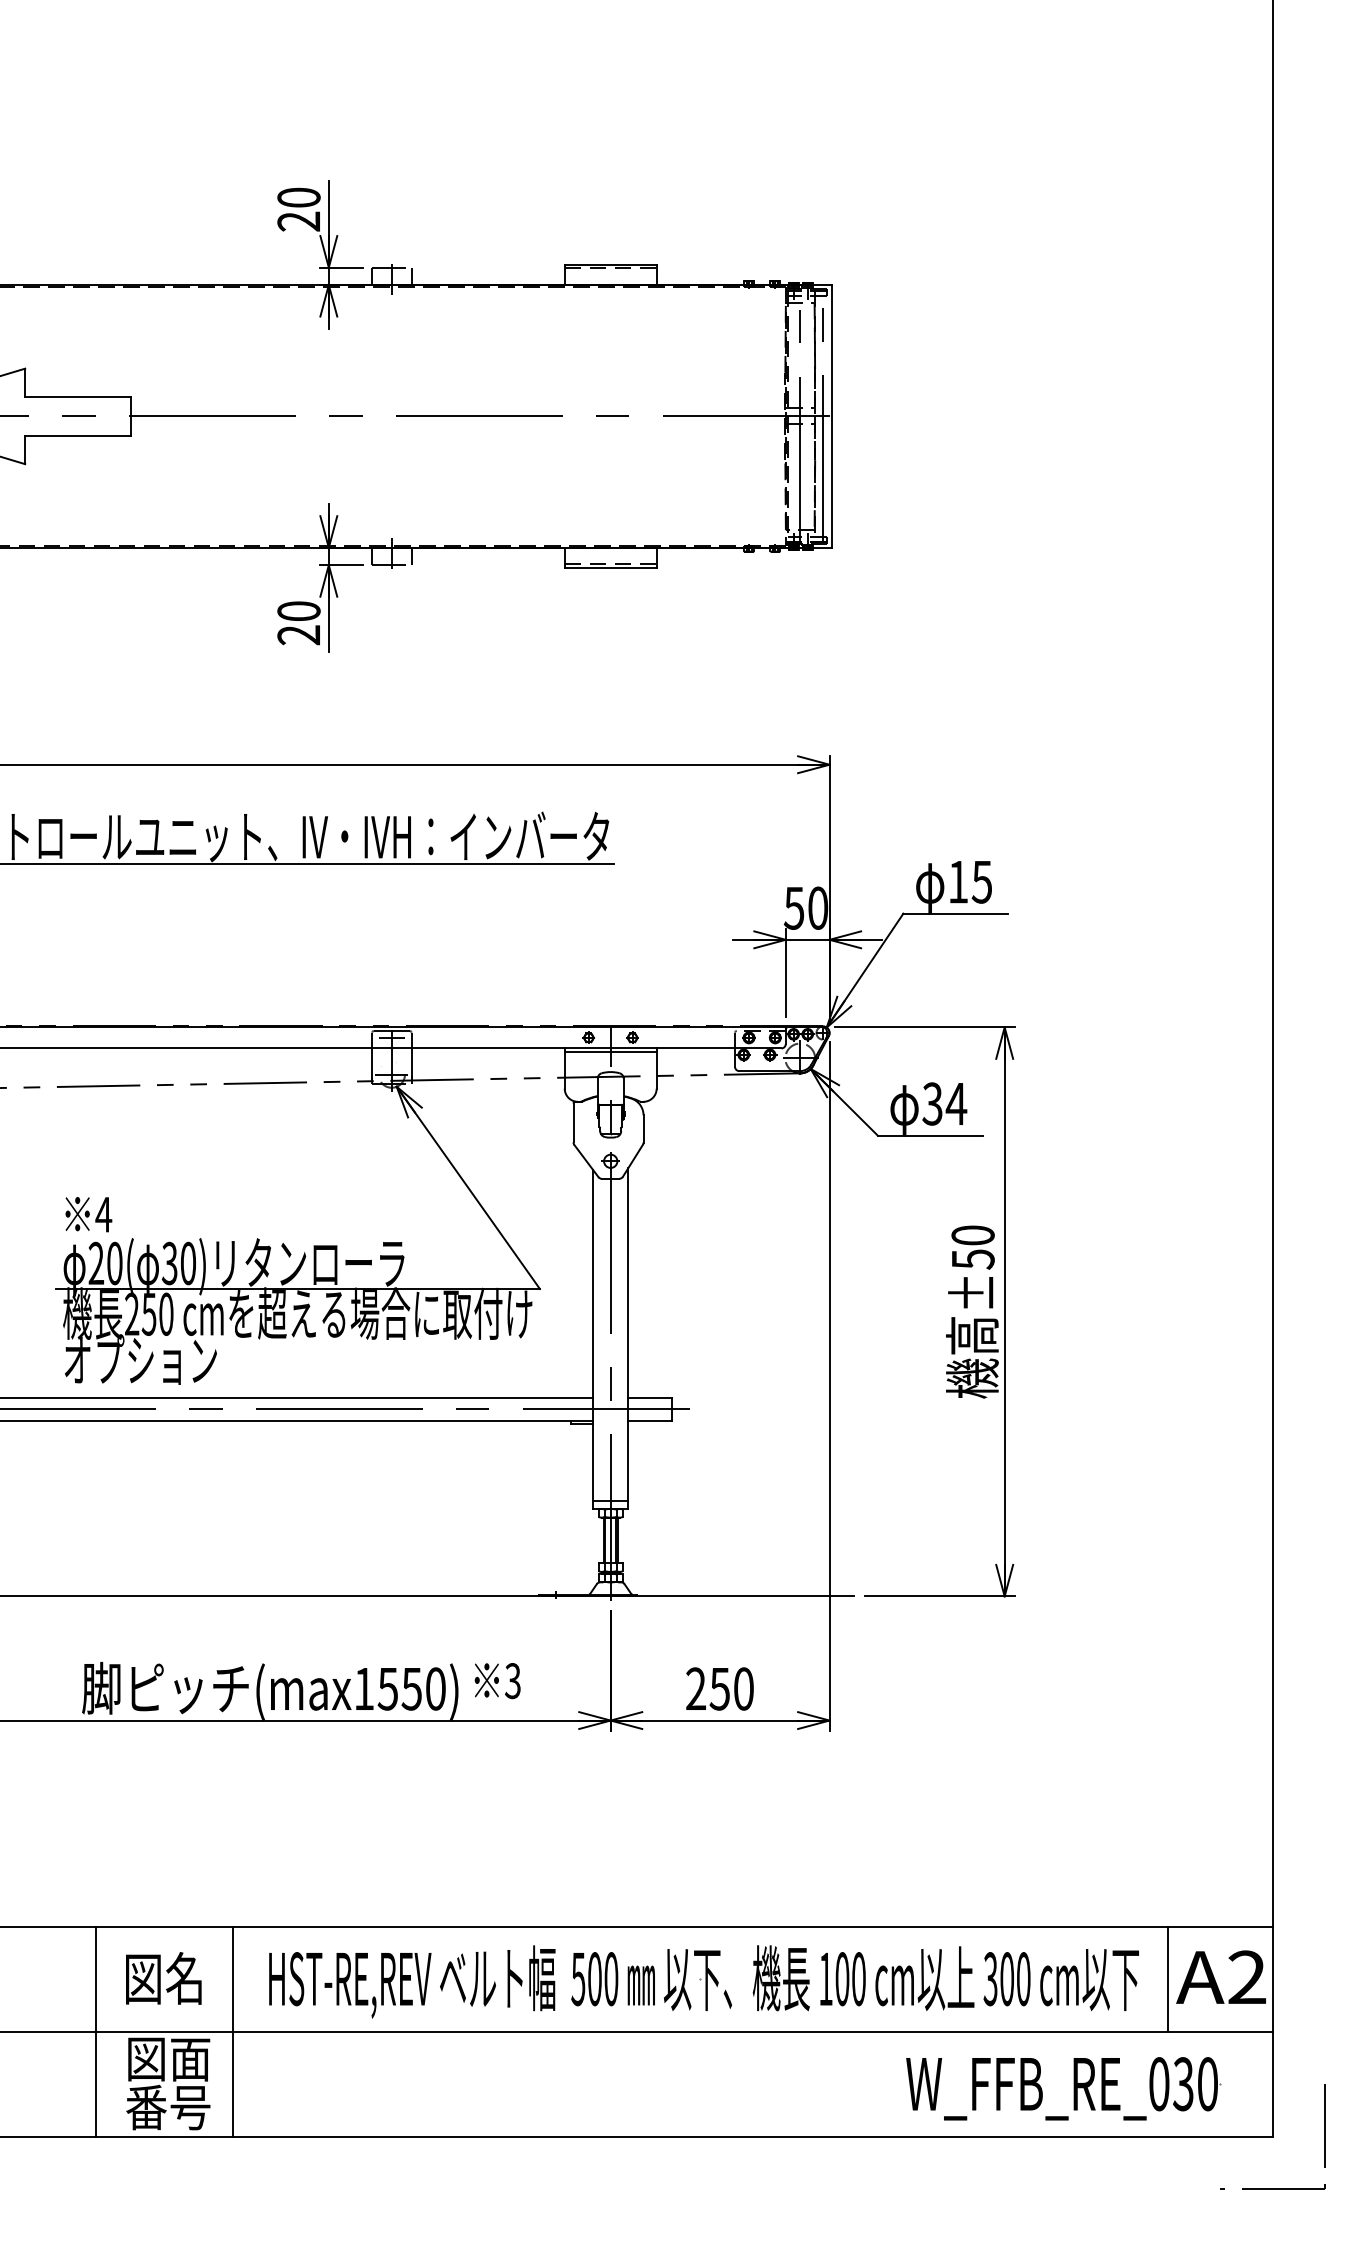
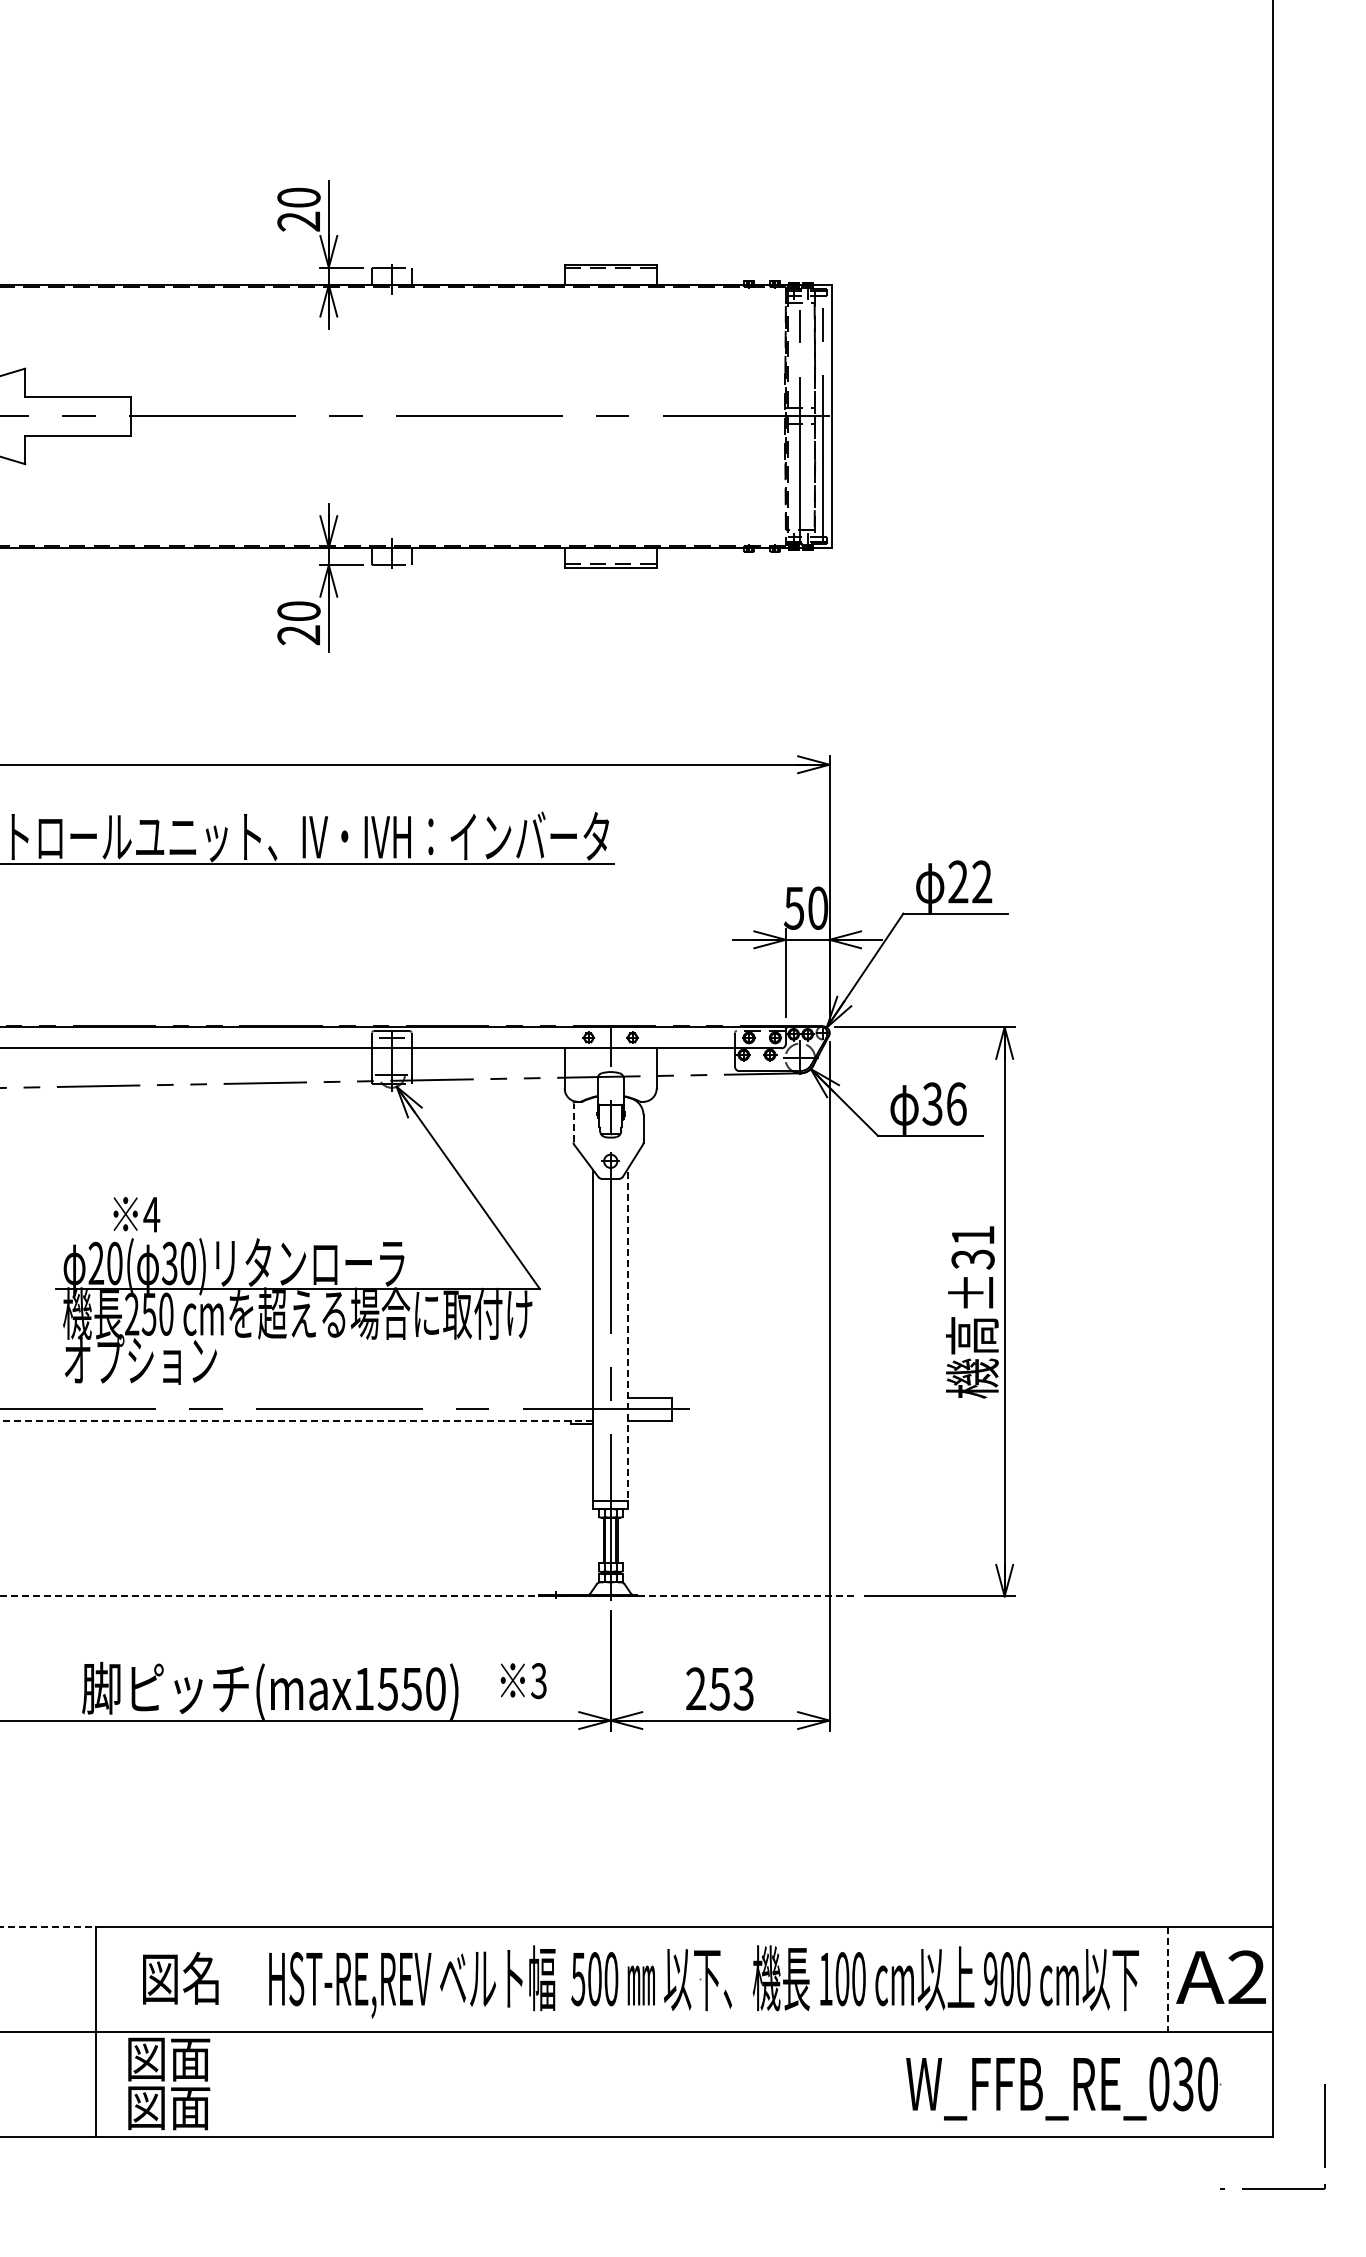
text at (970, 881): 15 -> 22
line at (610, 1051): present -> none
text at (956, 1103): 34 -> 36
line at (573, 1122): solid -> dashed
text at (88, 1214) position: (88, 1214) -> (136, 1214)
text at (972, 1247): ±50 -> ±31
line at (628, 1338): solid -> dashed
line at (297, 1397): present -> none
line at (296, 1421): solid -> dashed
line at (427, 1596): solid -> dashed
text at (497, 1681) position: (497, 1681) -> (523, 1681)
text at (743, 1688): 250 -> 253
line at (48, 1926): solid -> dashed
text at (163, 1978) position: (163, 1978) -> (180, 1978)
text at (990, 1979): 300 -> 900
line at (1167, 1979): solid -> dashed
line at (232, 2031): present -> none
text at (168, 2107): 番号 -> 図面
